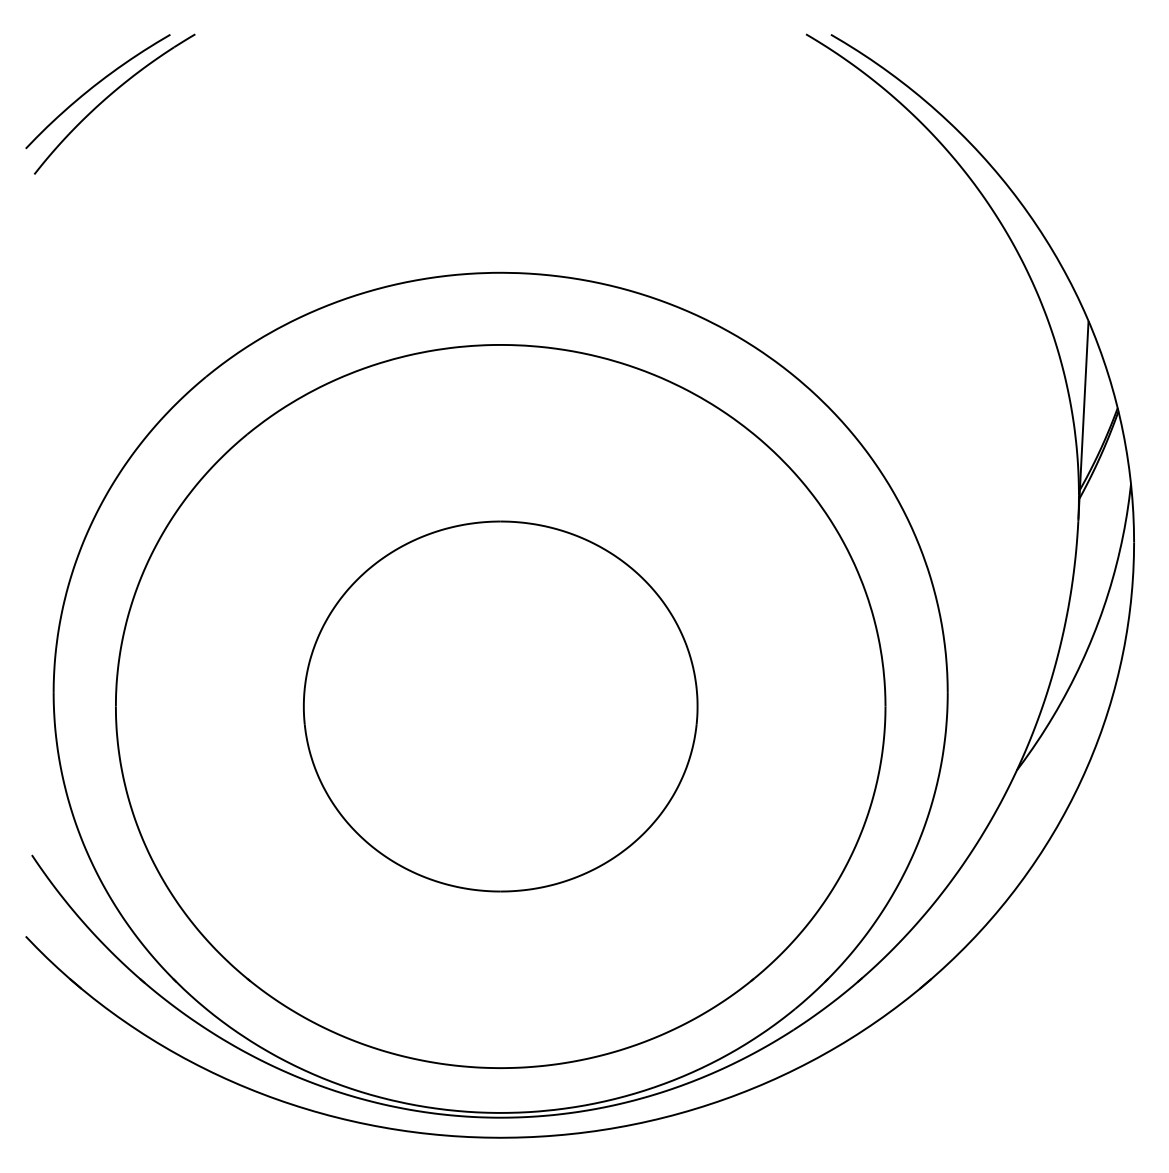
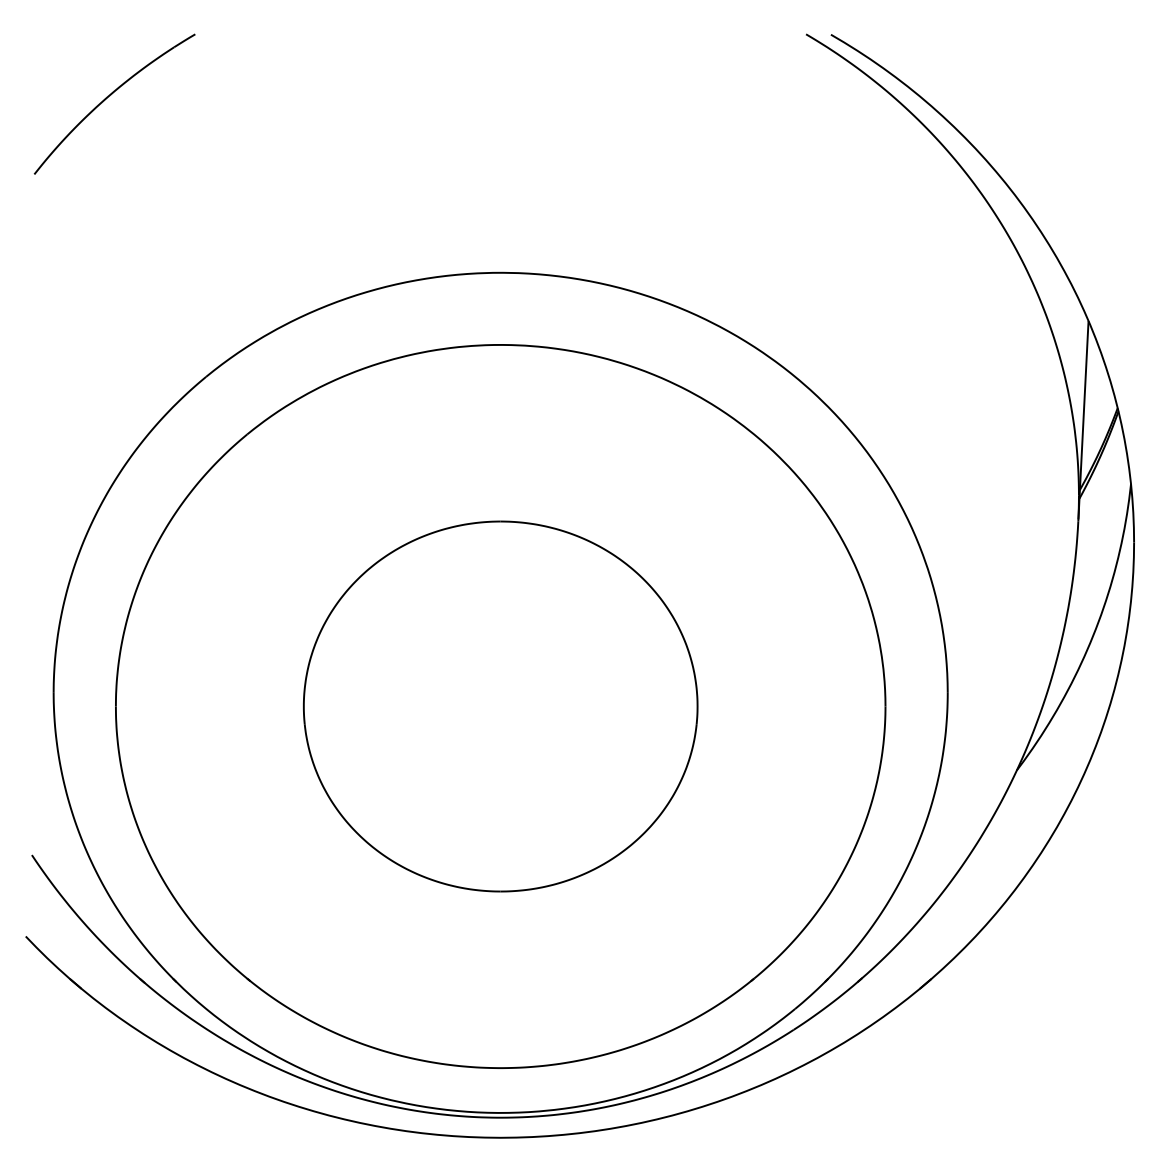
curve at (94, 87): present -> none
